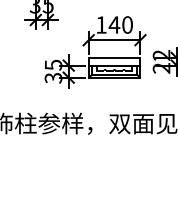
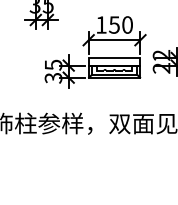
text at (114, 24): 140 -> 150
